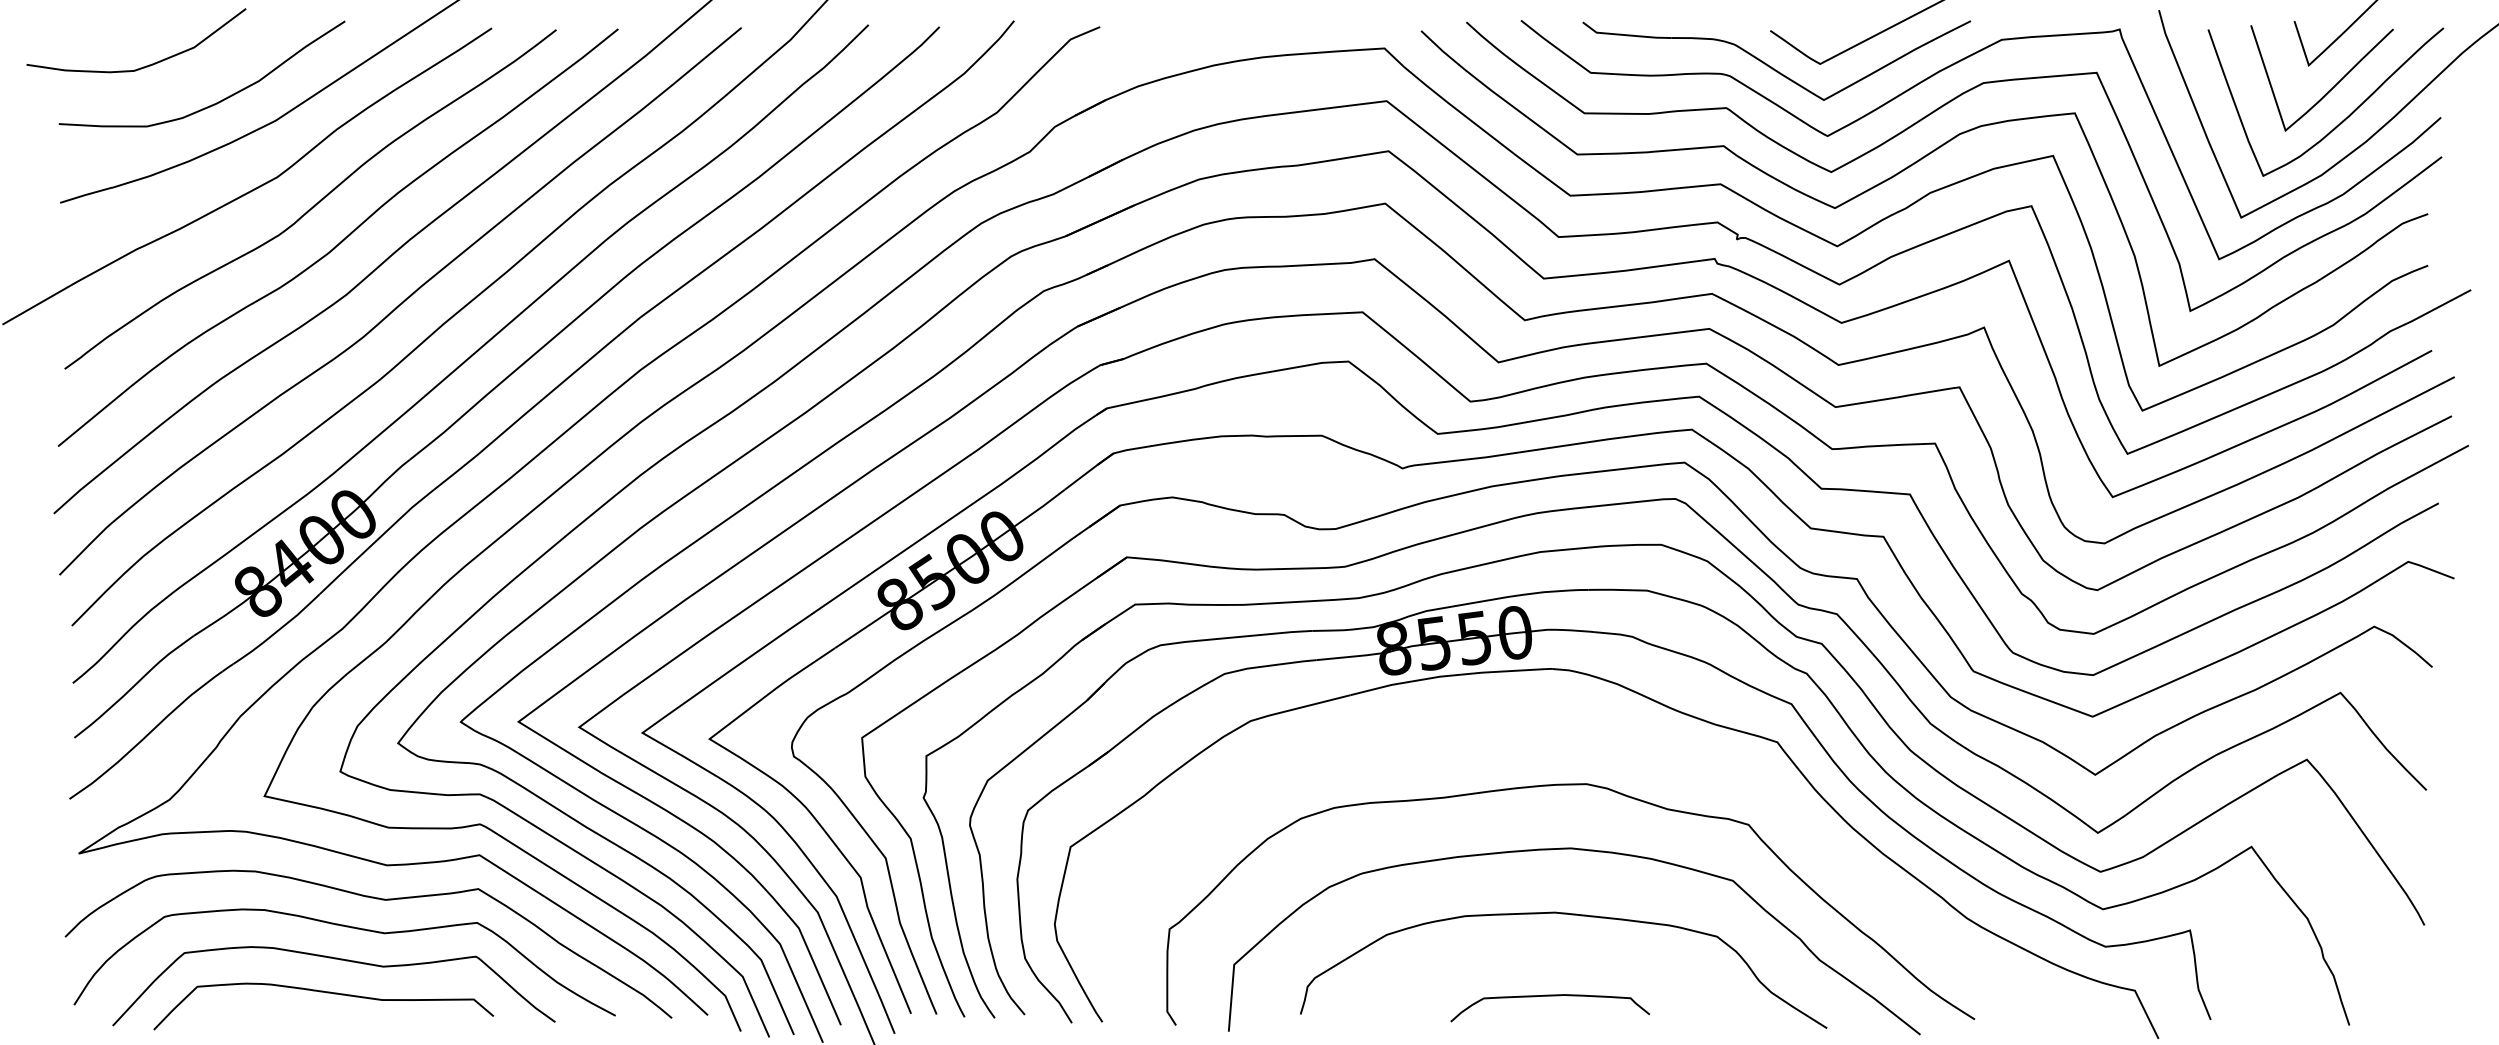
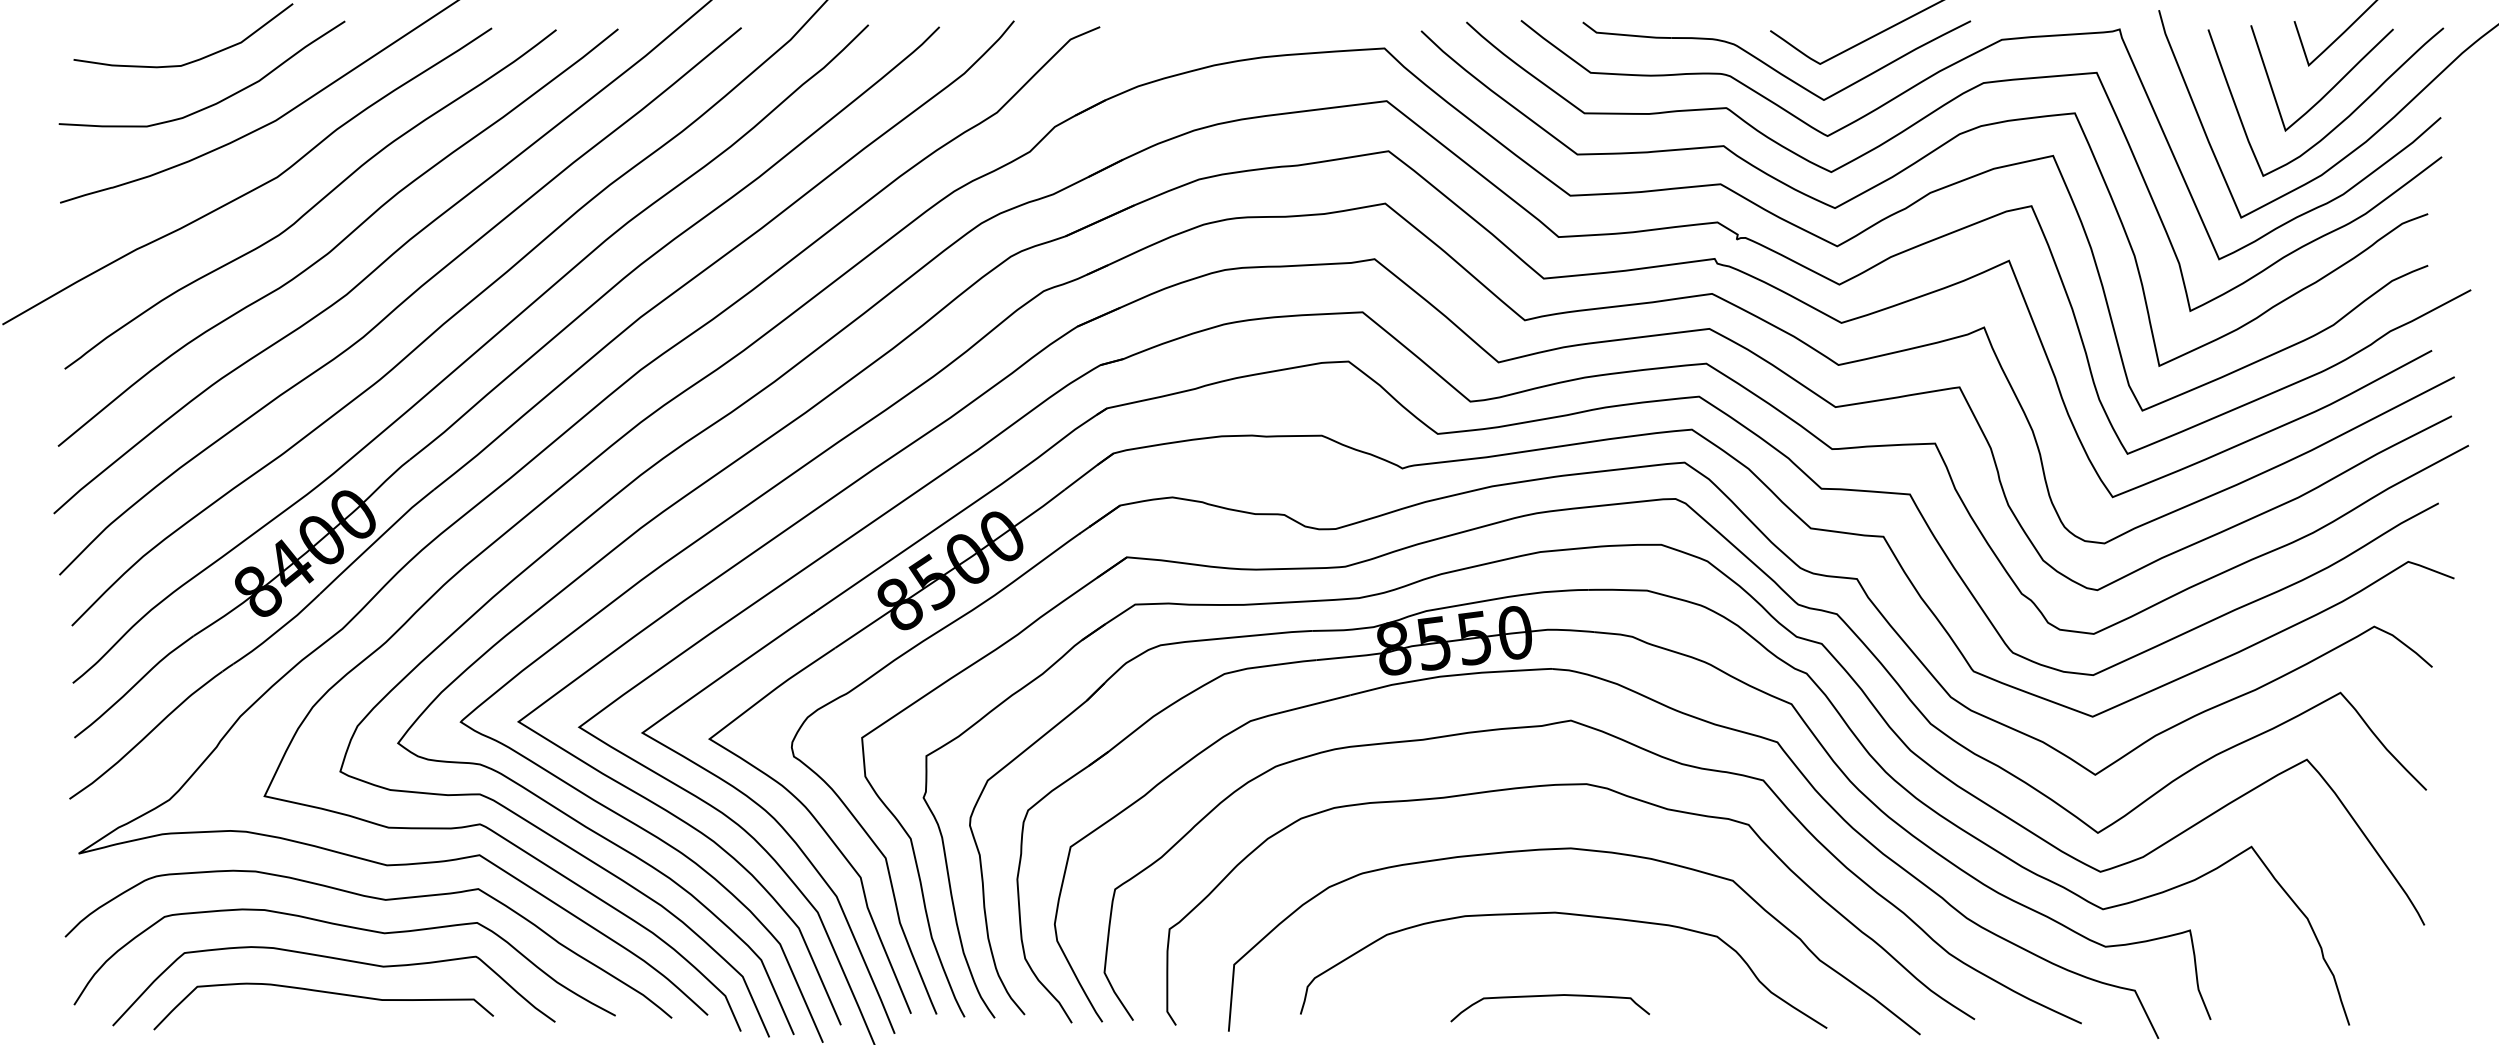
curve at (146, 65) position: (146, 65) -> (193, 60)
curve at (1643, 750): none -> present
